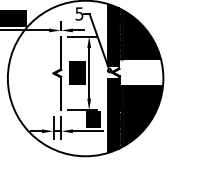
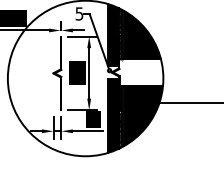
line at (190, 102): none -> present
